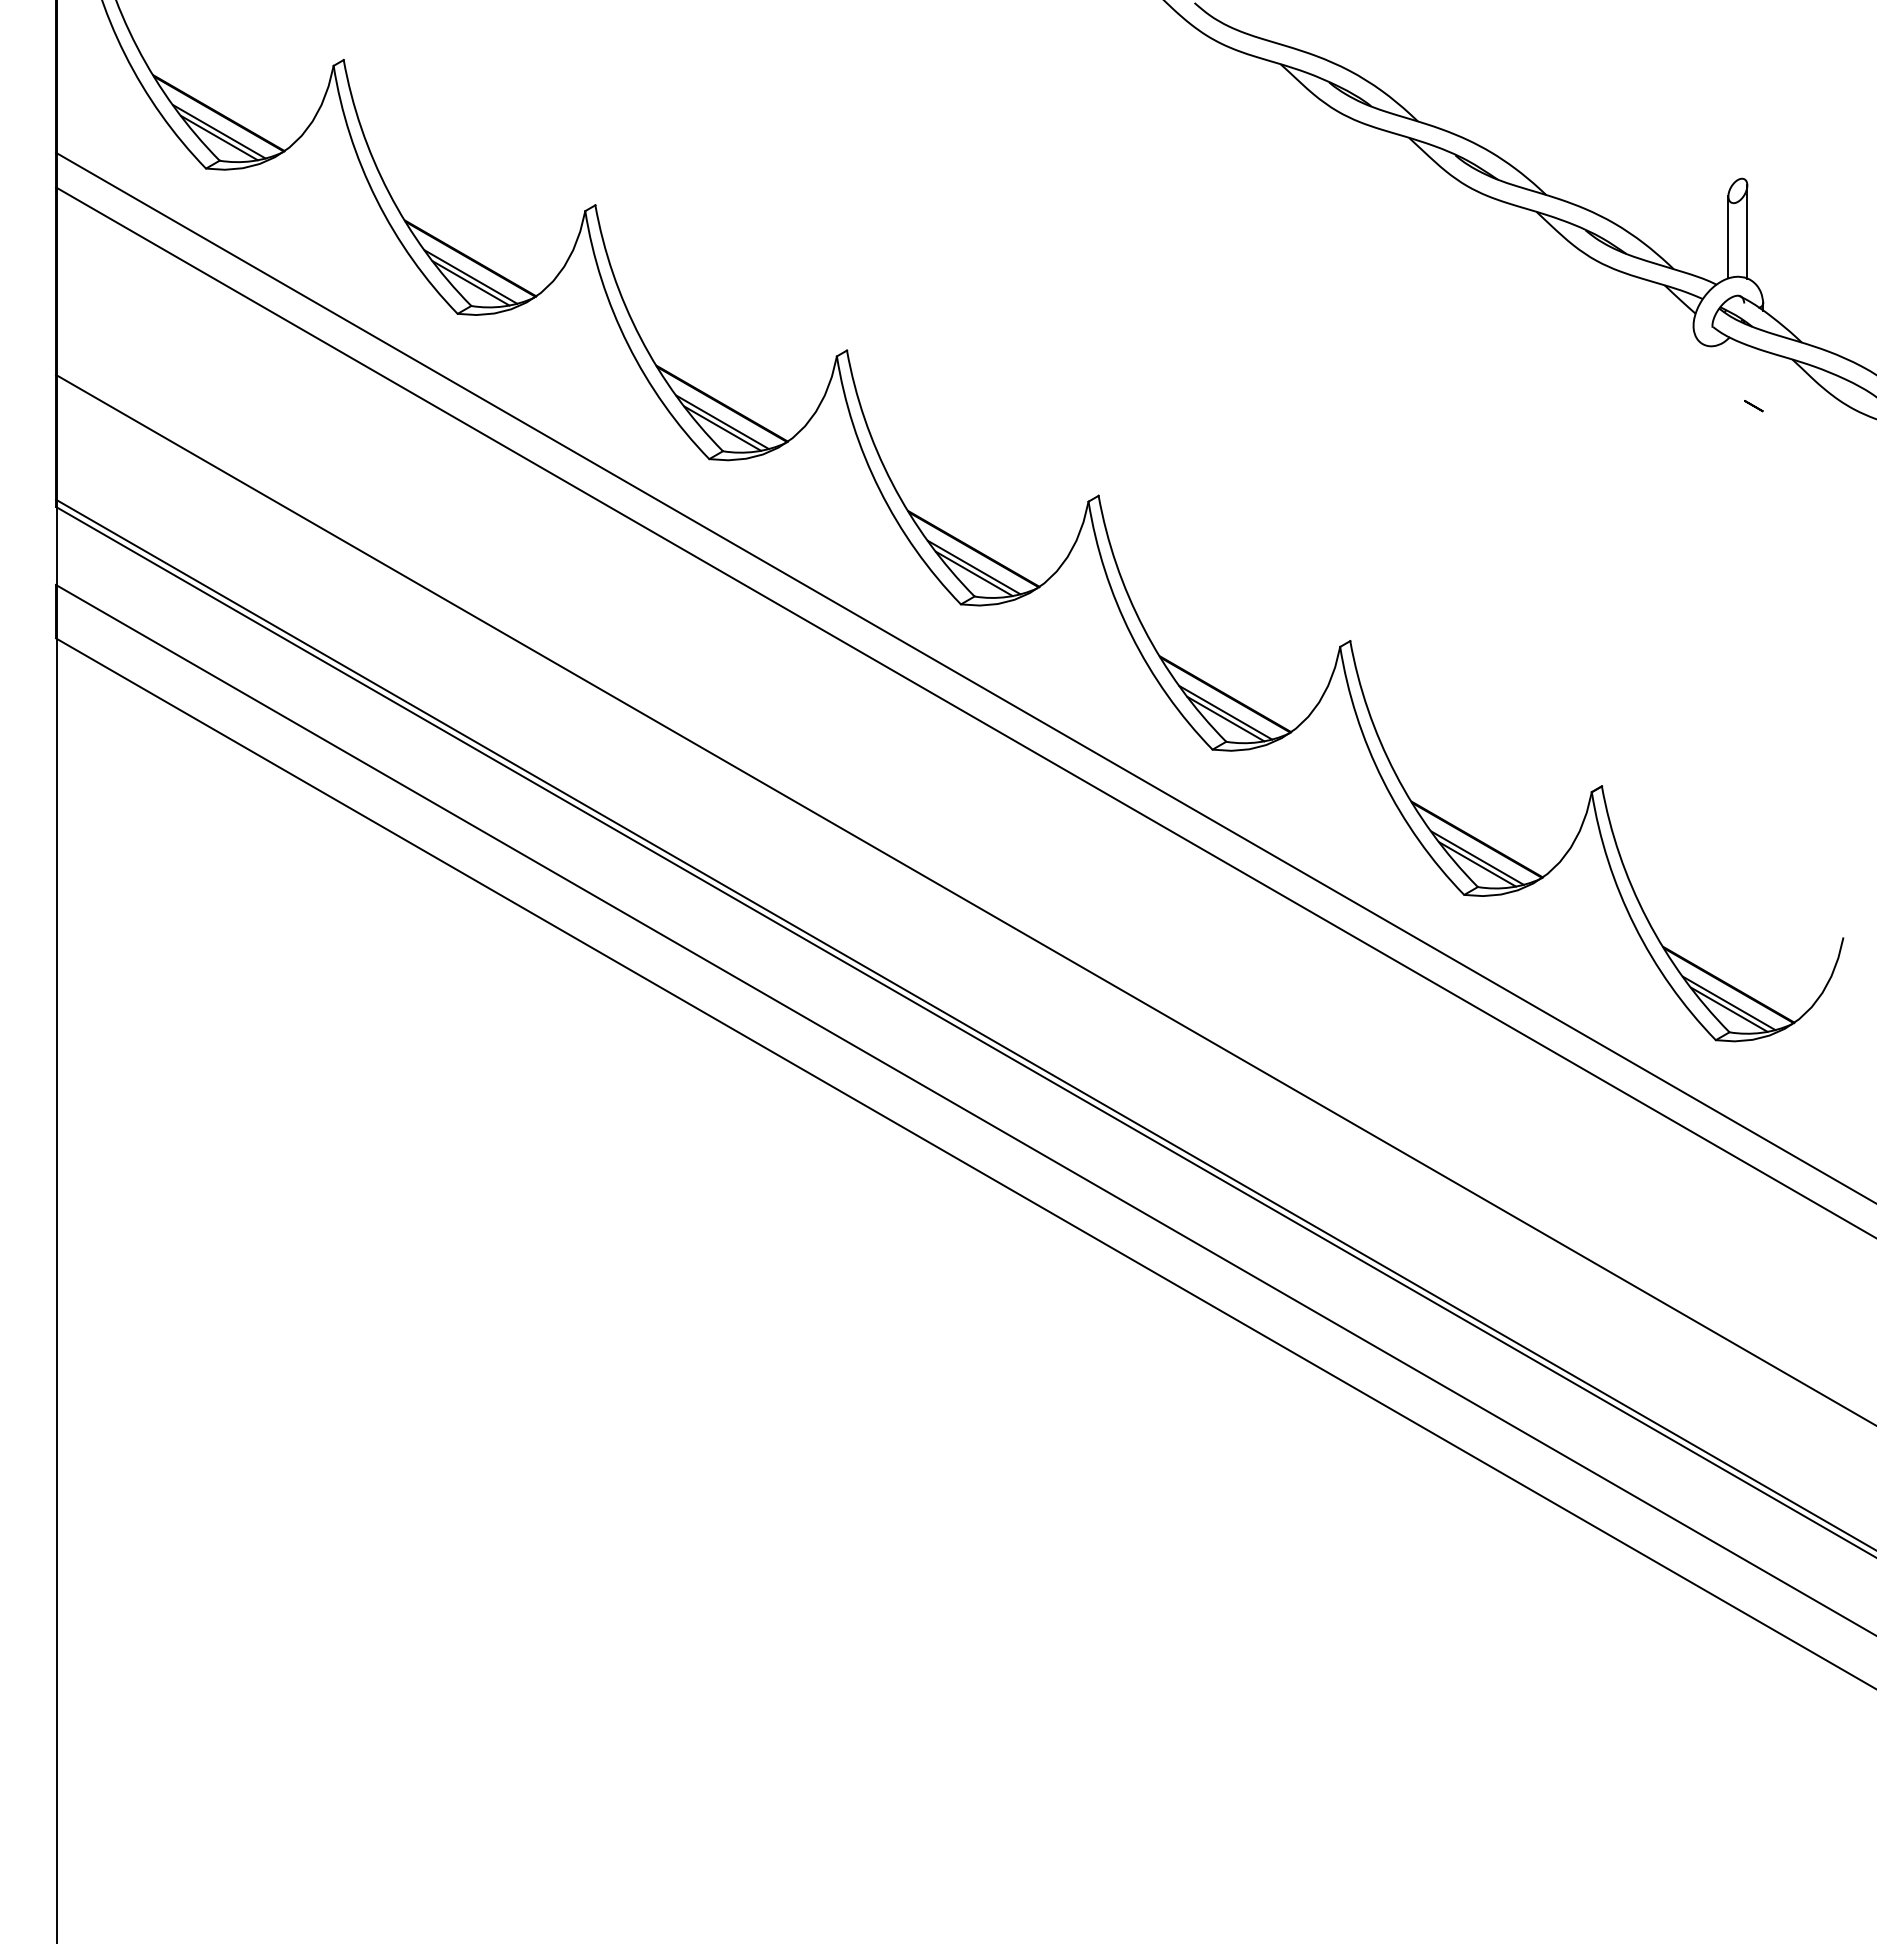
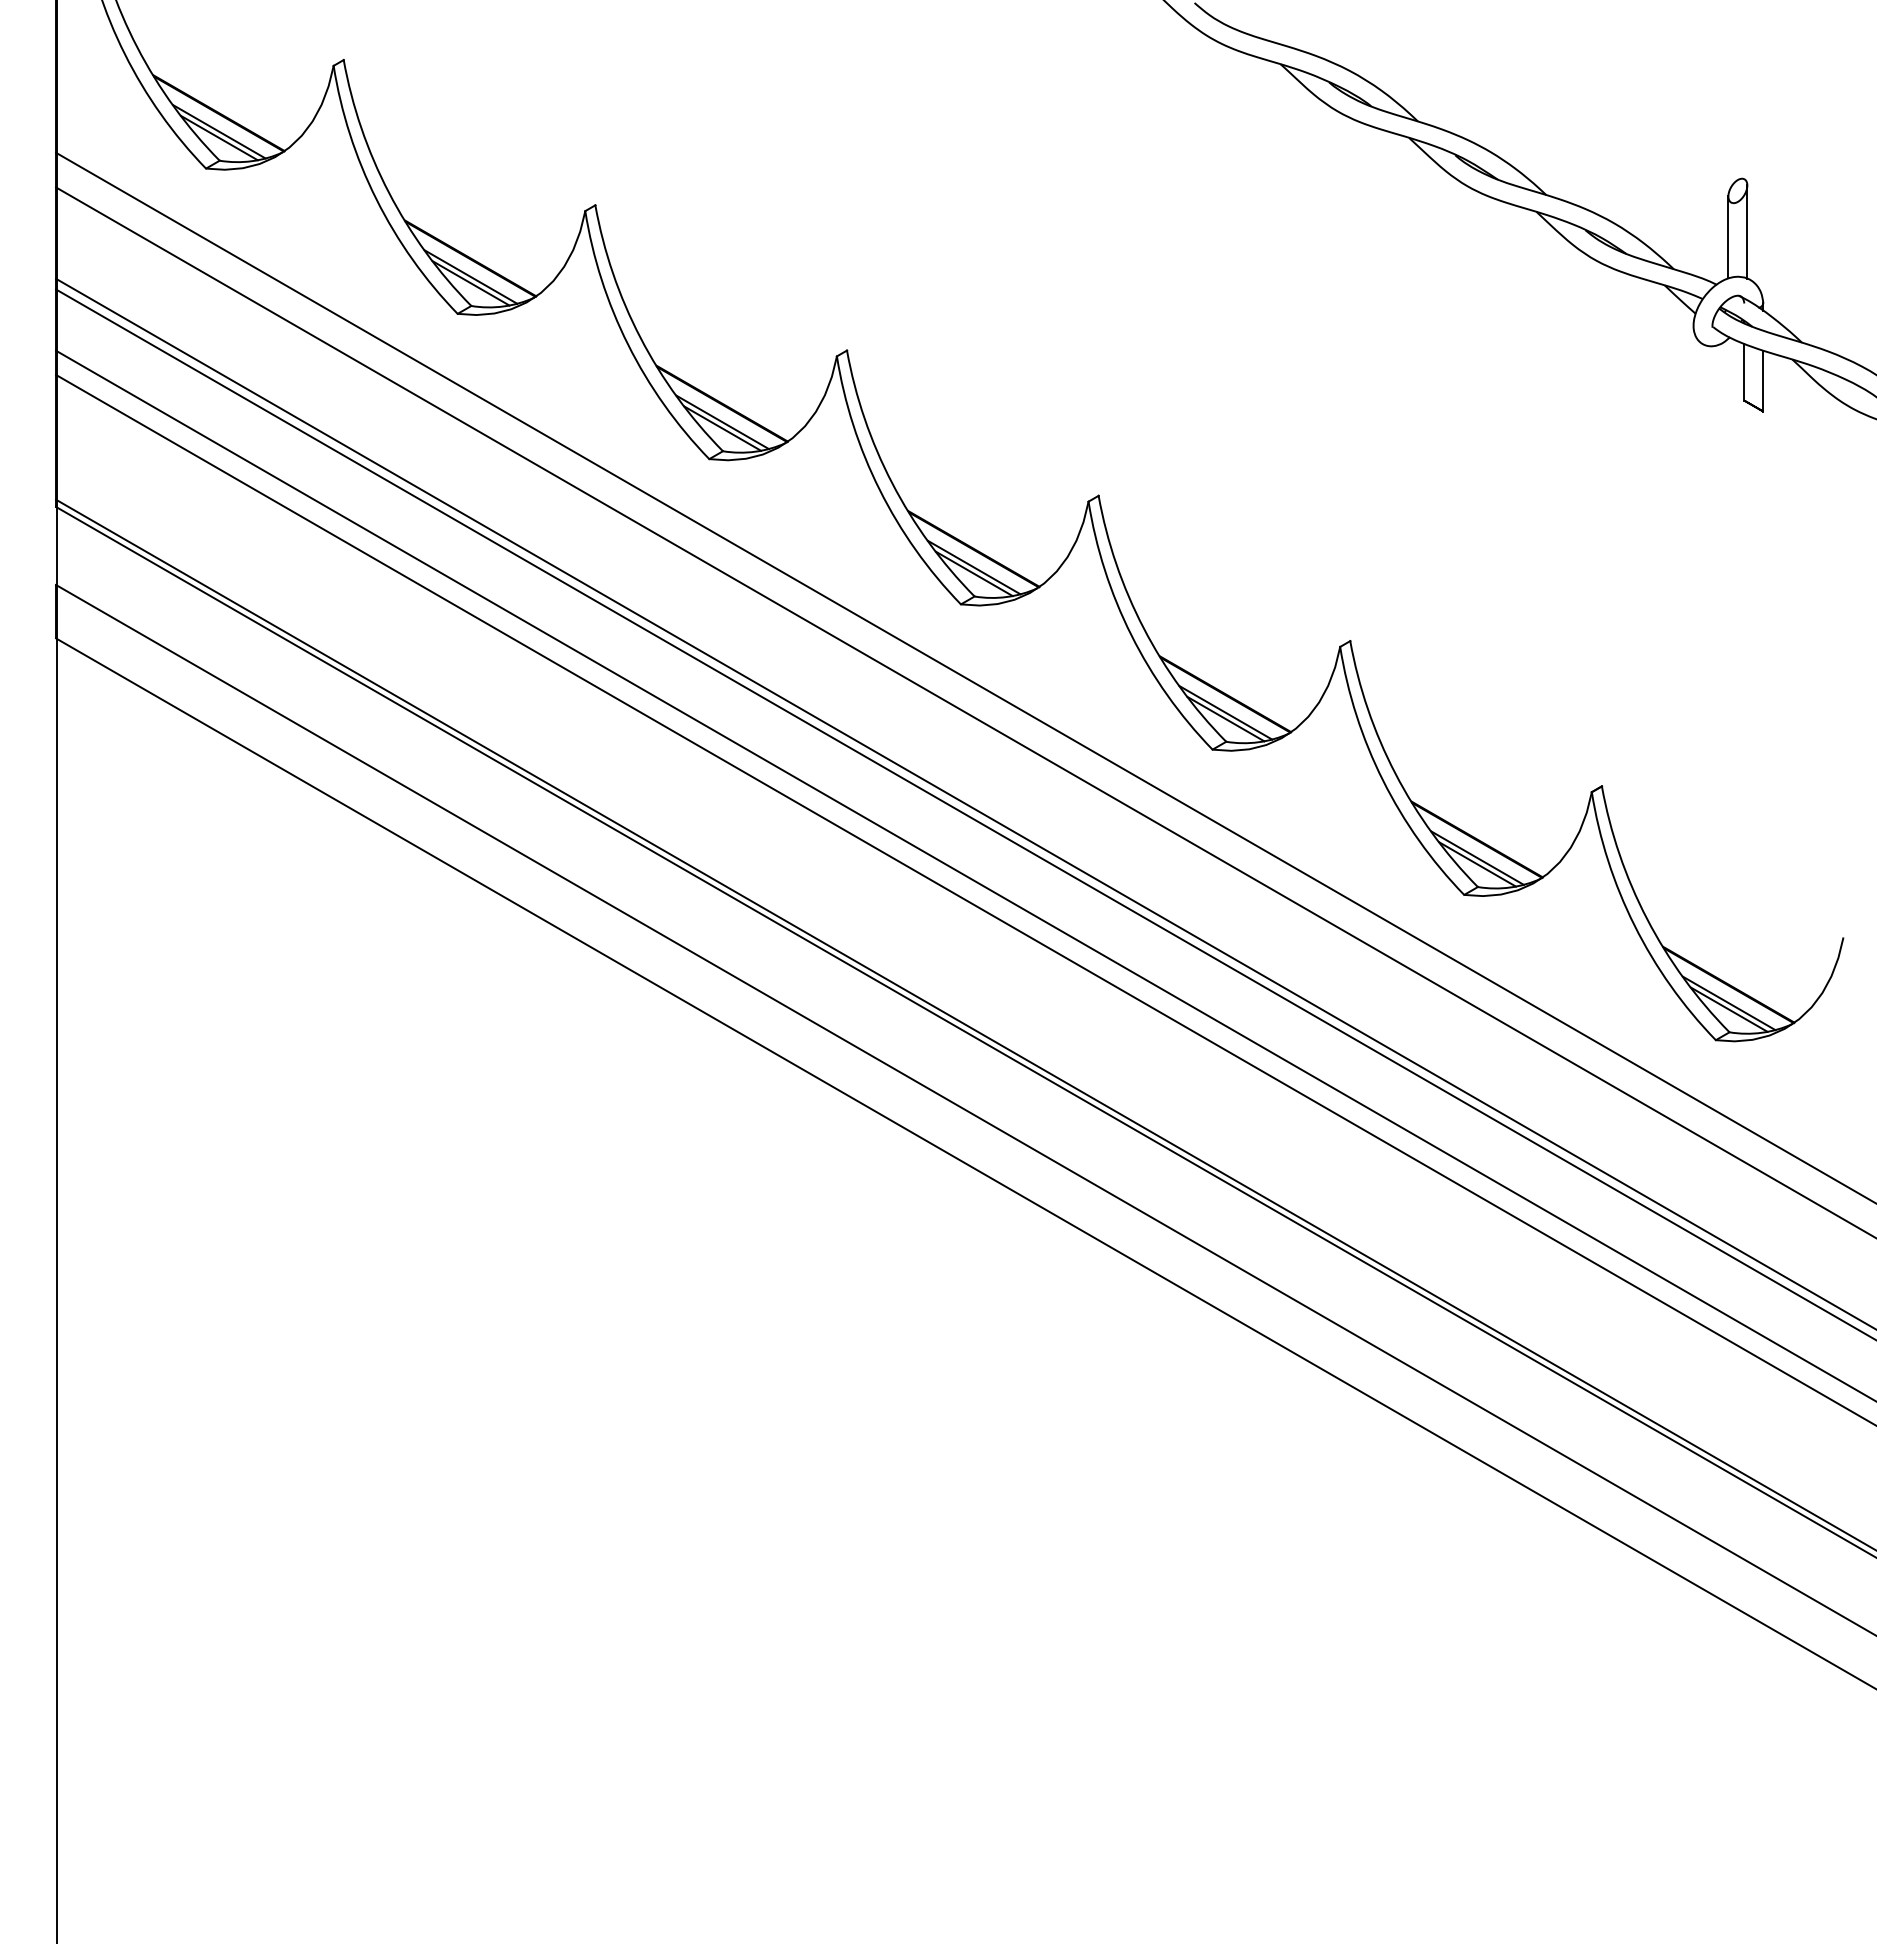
line at (1744, 371): none -> present
line at (1763, 380): none -> present
line at (964, 802): none -> present
line at (964, 813): none -> present
line at (964, 874): none -> present
